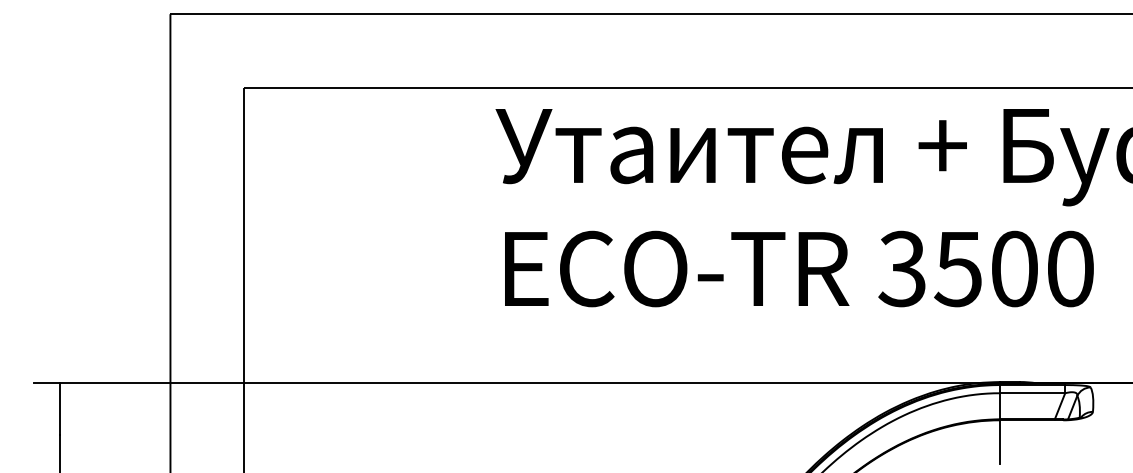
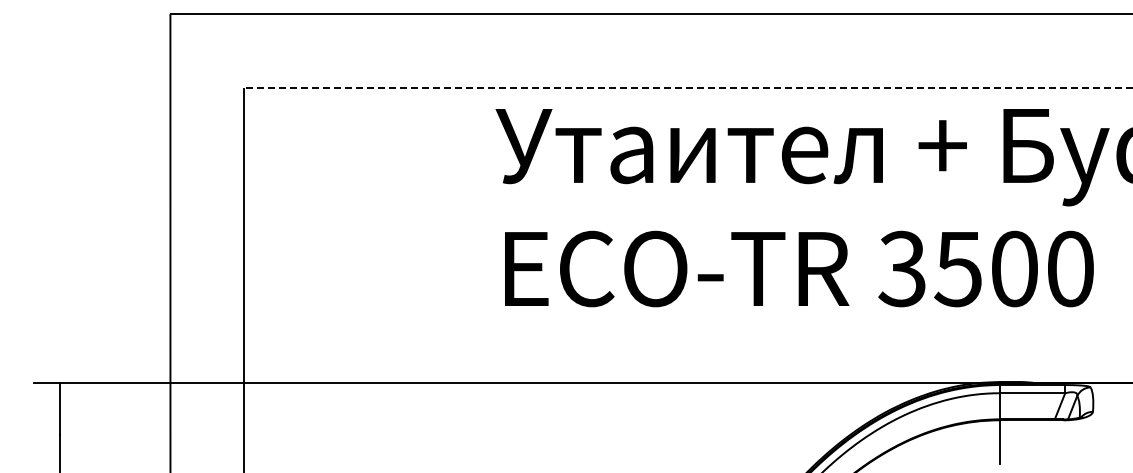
line at (688, 88): solid -> dashed
